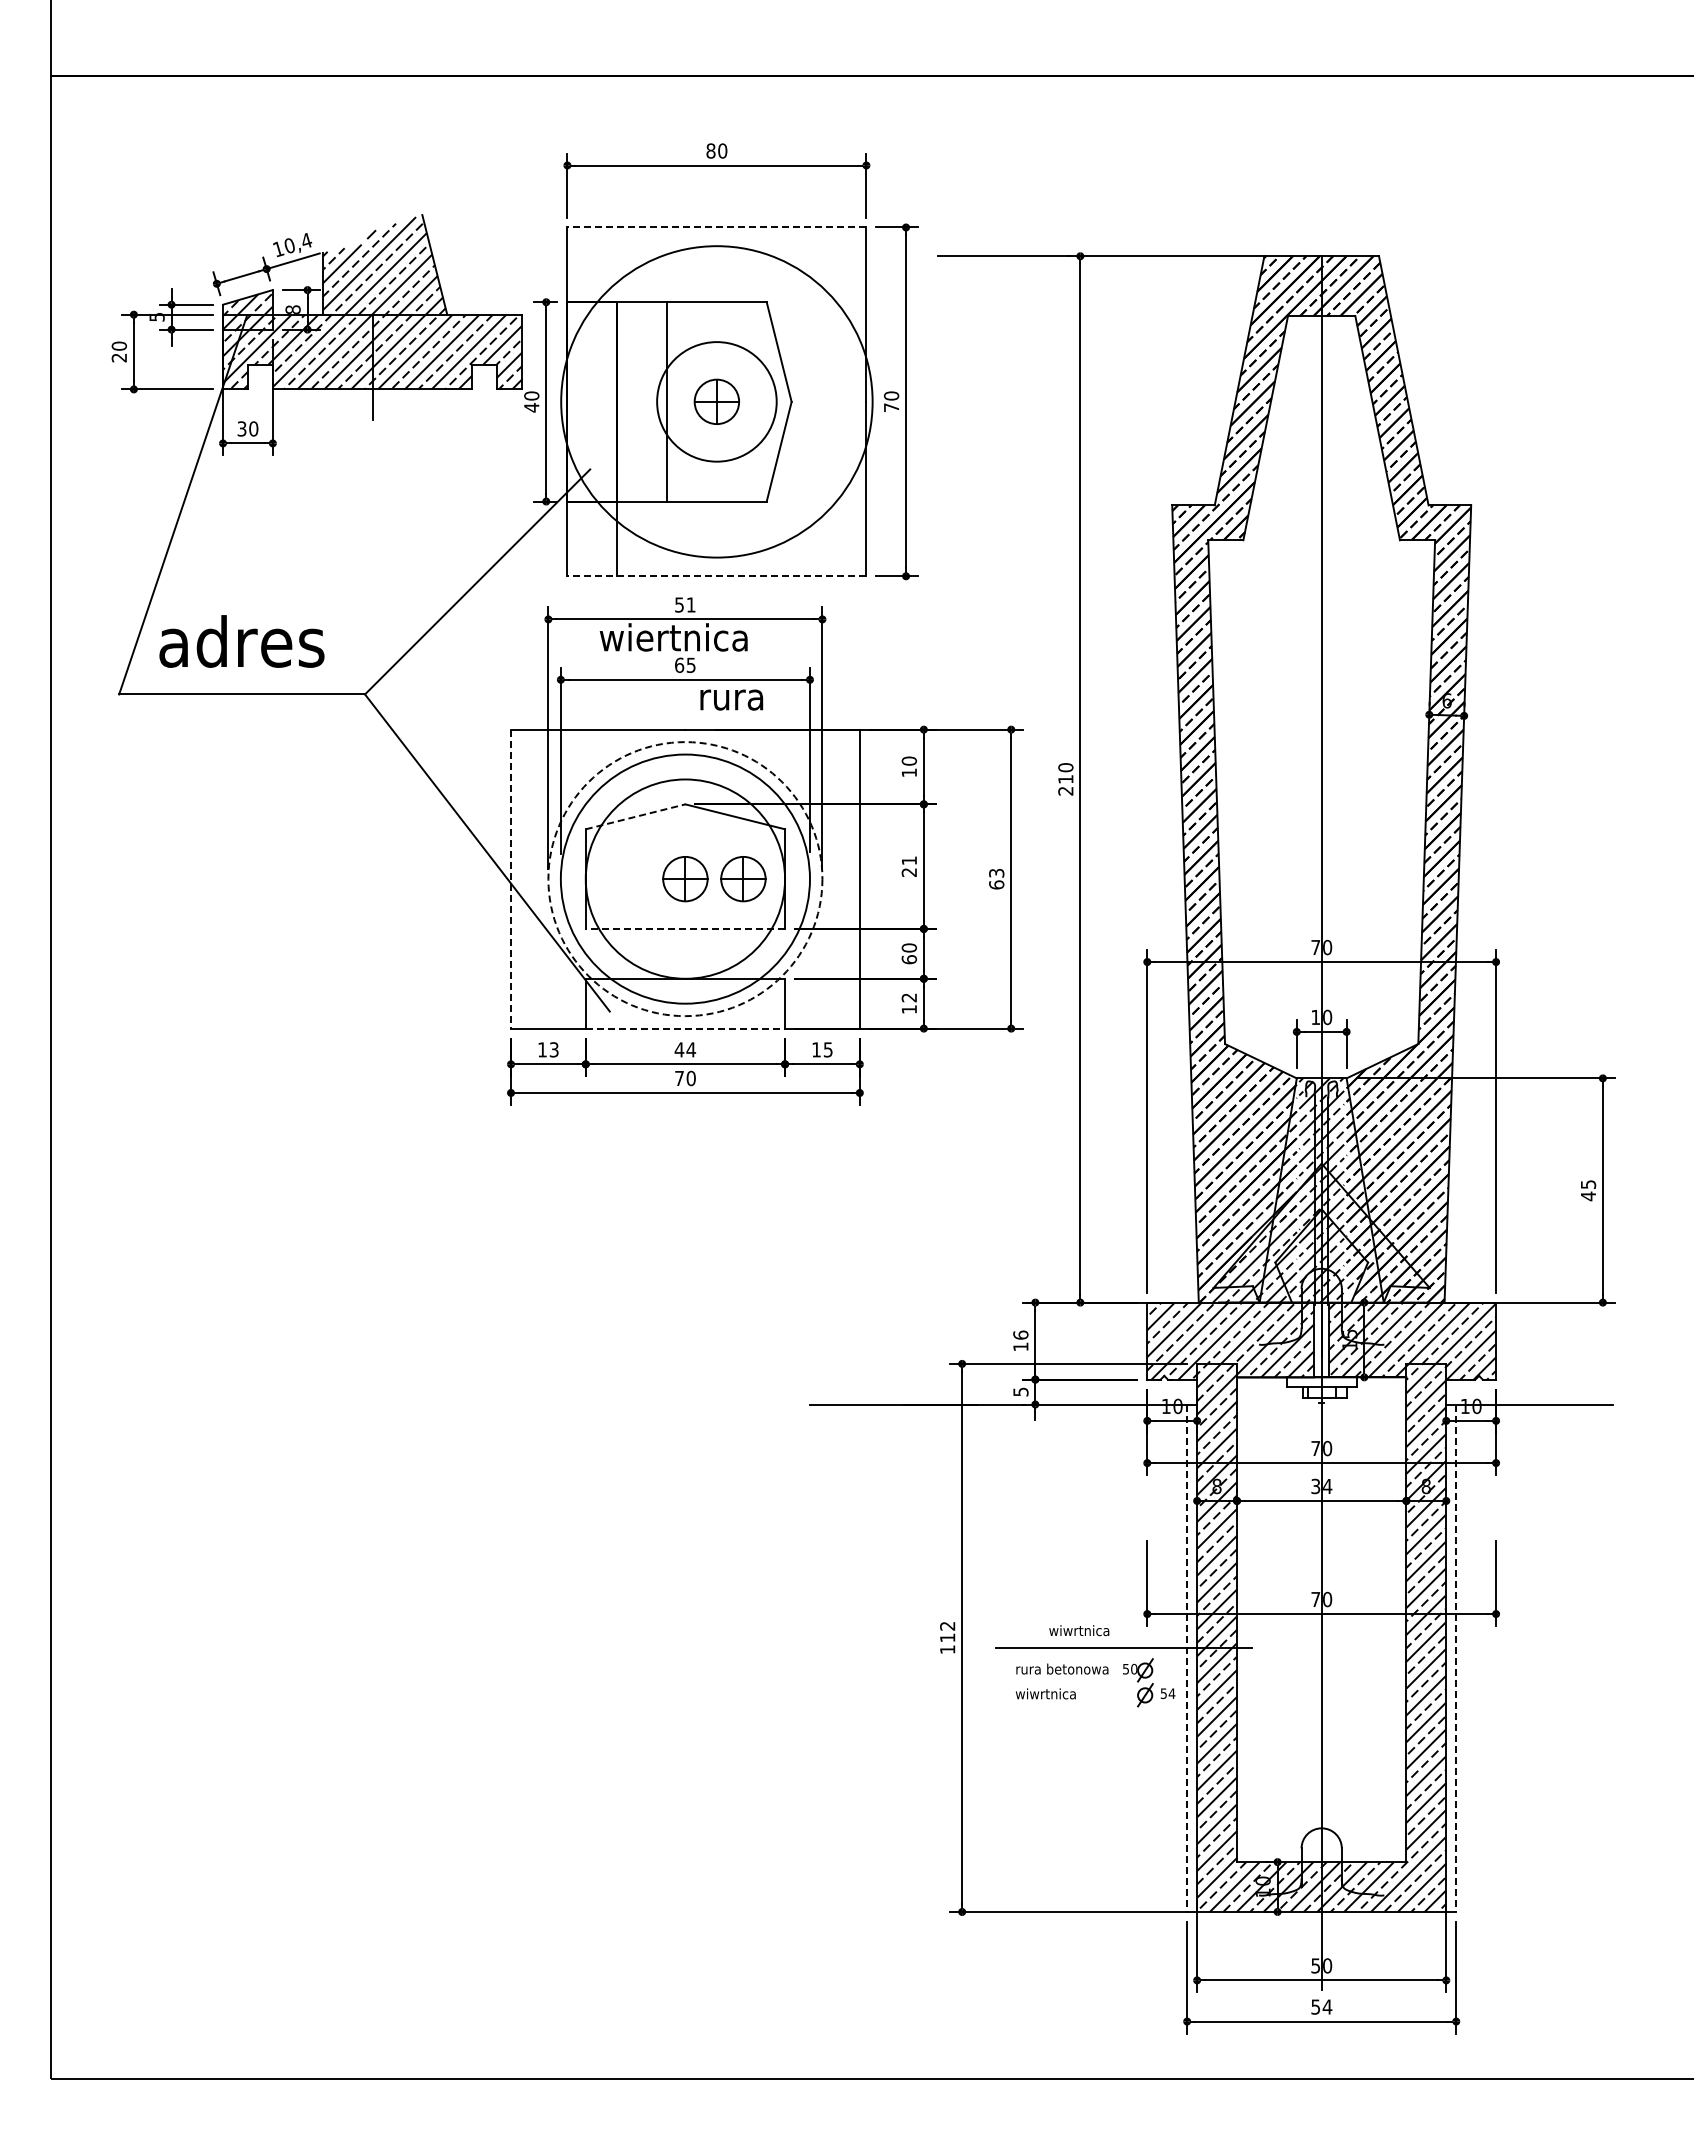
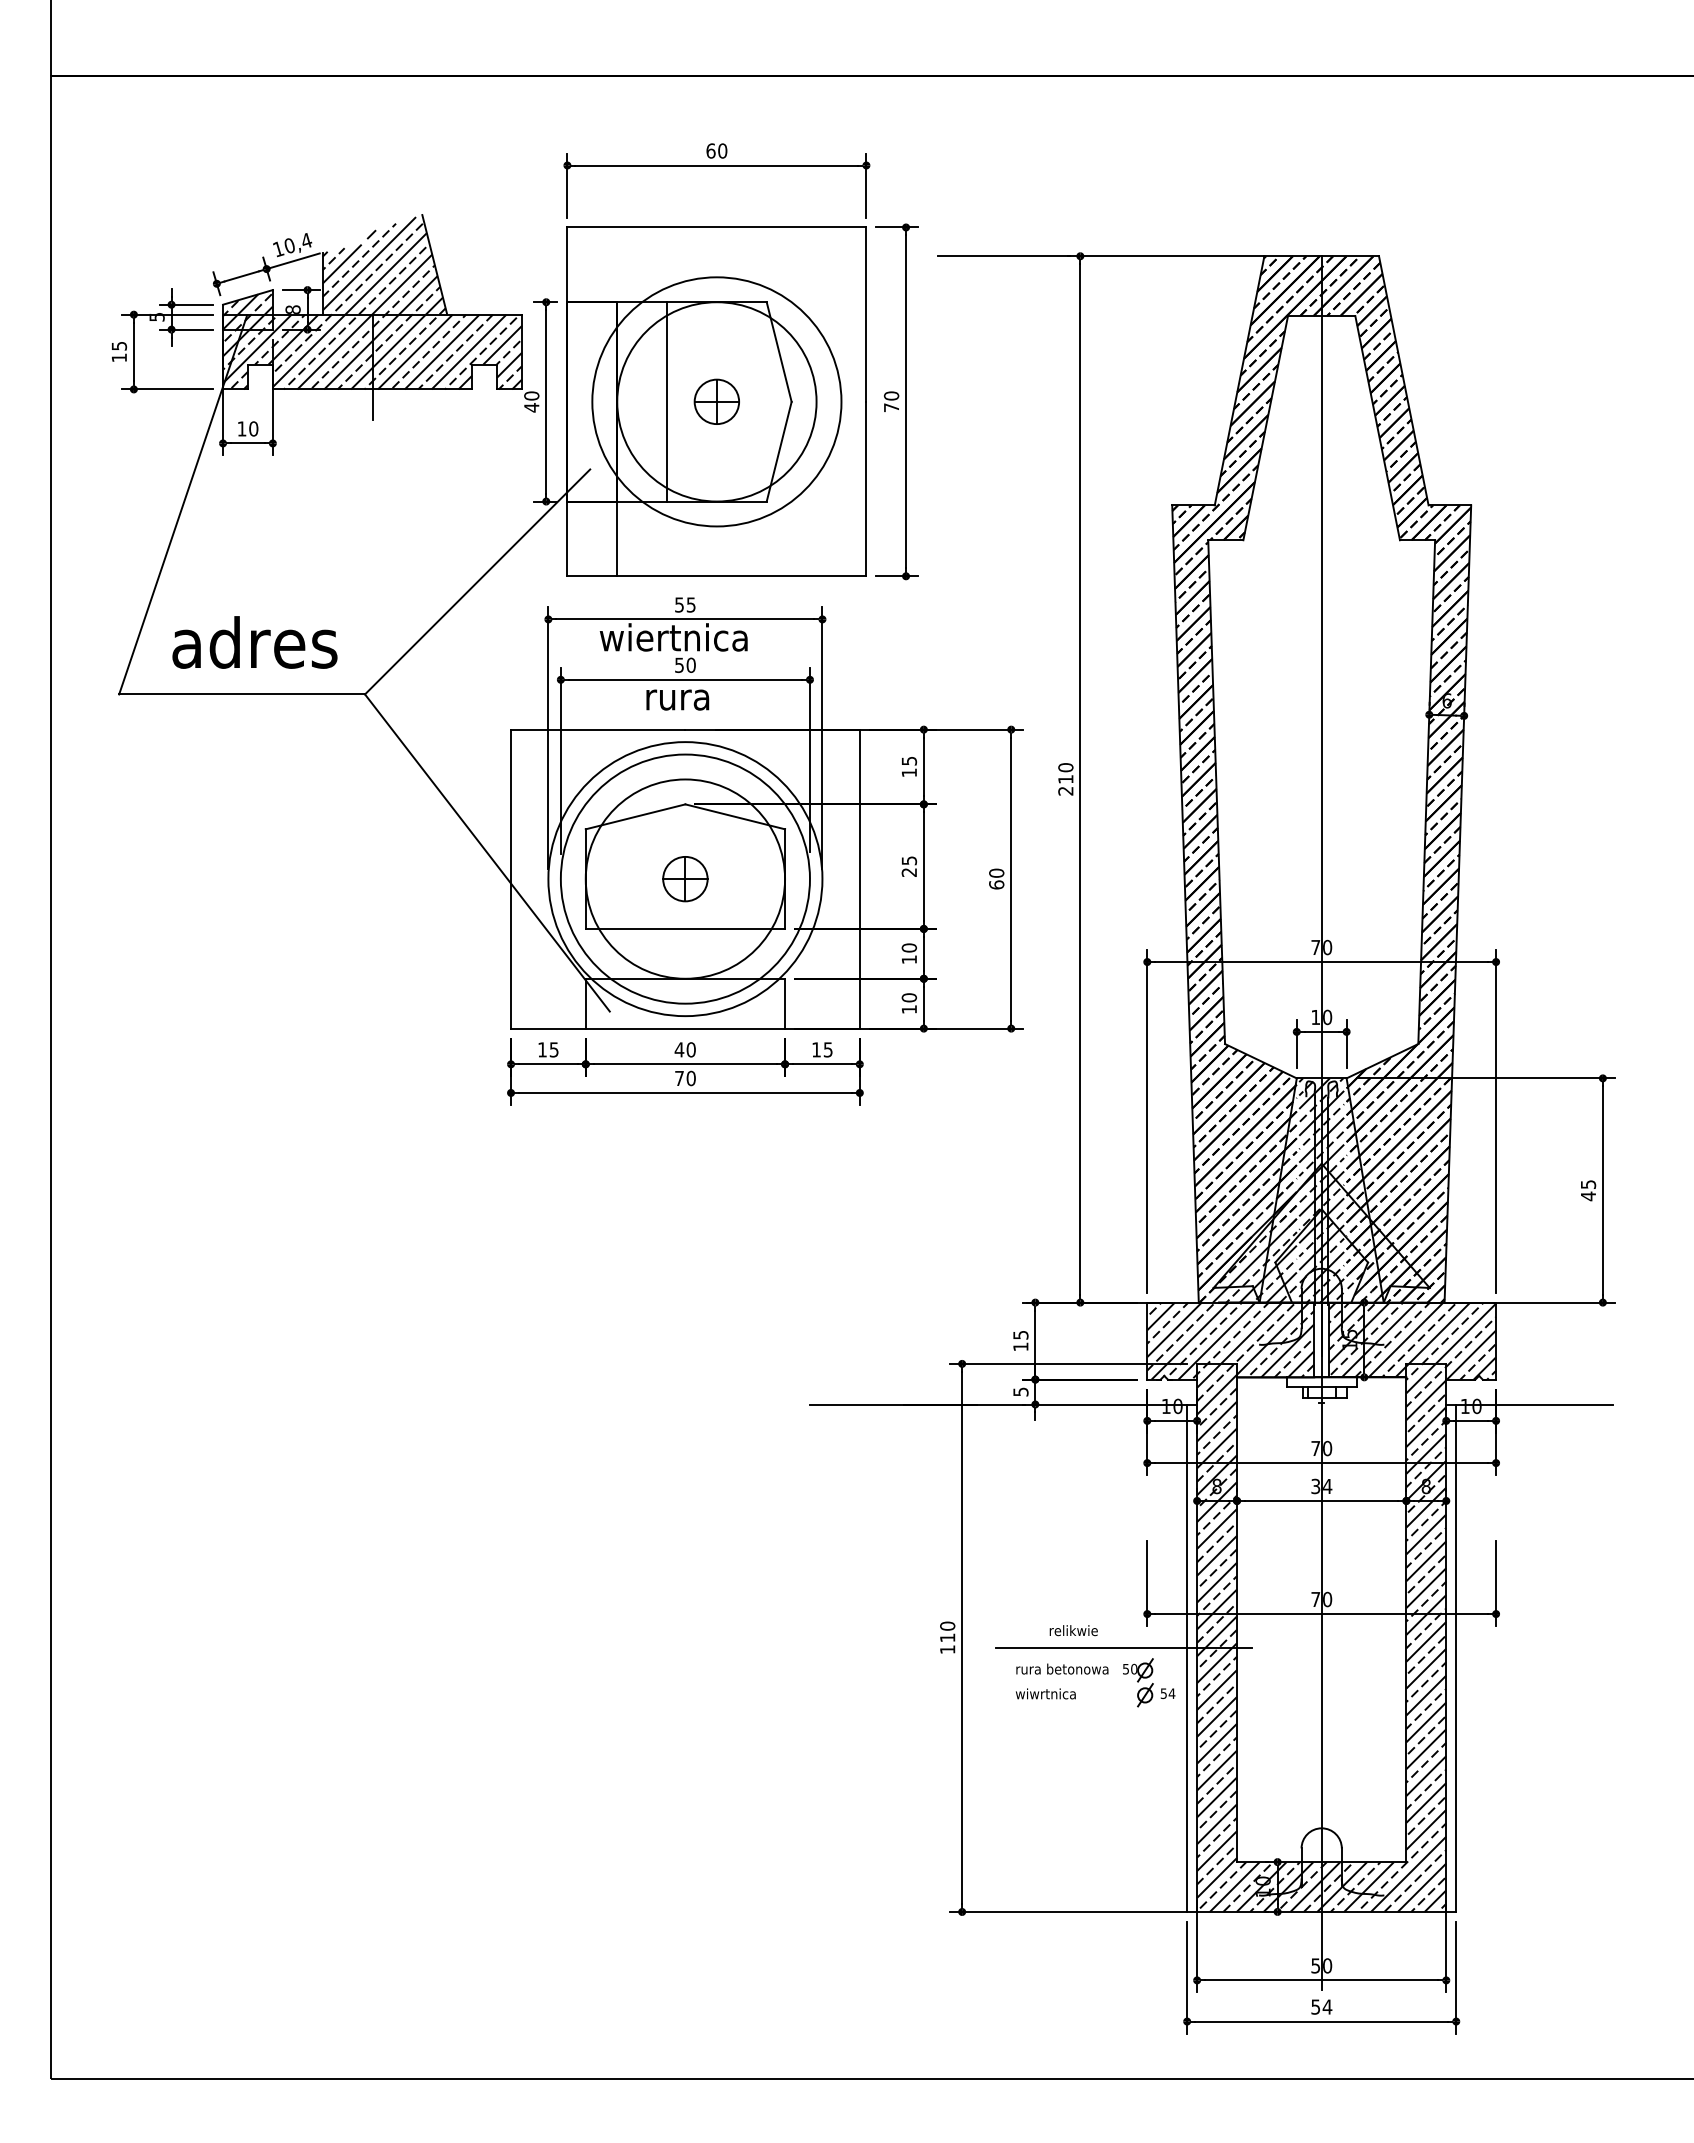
text at (710, 150): 80 -> 60
line at (716, 227): dashed -> solid
text at (119, 351): 20 -> 15
circle at (716, 401) diameter: 120 px -> 199 px
circle at (716, 401) diameter: 311 px -> 249 px
text at (241, 428): 30 -> 10
line at (716, 576): dashed -> solid
text at (690, 604): 51 -> 55
text at (241, 641) position: (241, 641) -> (254, 642)
text at (685, 665): 65 -> 50
text at (731, 699) position: (731, 699) -> (677, 699)
text at (909, 760): 10 -> 15
line at (636, 816): dashed -> solid
text at (909, 860): 21 -> 25
text at (996, 872): 63 -> 60
line at (511, 879): dashed -> solid
circle at (685, 879): dashed -> solid
part at (743, 879): present -> none
line at (685, 928): dashed -> solid
text at (909, 959): 60 -> 10
text at (909, 997): 12 -> 10
line at (685, 1028): dashed -> solid
text at (554, 1049): 13 -> 15
text at (691, 1049): 44 -> 40
text at (1020, 1334): 16 -> 15
text at (947, 1625): 112 -> 110
text at (1079, 1630): wiwrtnica -> relikwie
line at (1187, 1658): dashed -> solid
line at (1456, 1658): dashed -> solid
